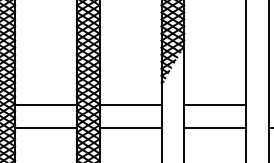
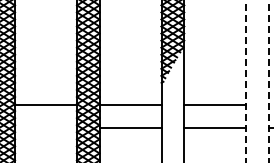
line at (246, 81): solid -> dashed
line at (268, 81): solid -> dashed
line at (45, 128): present -> none
